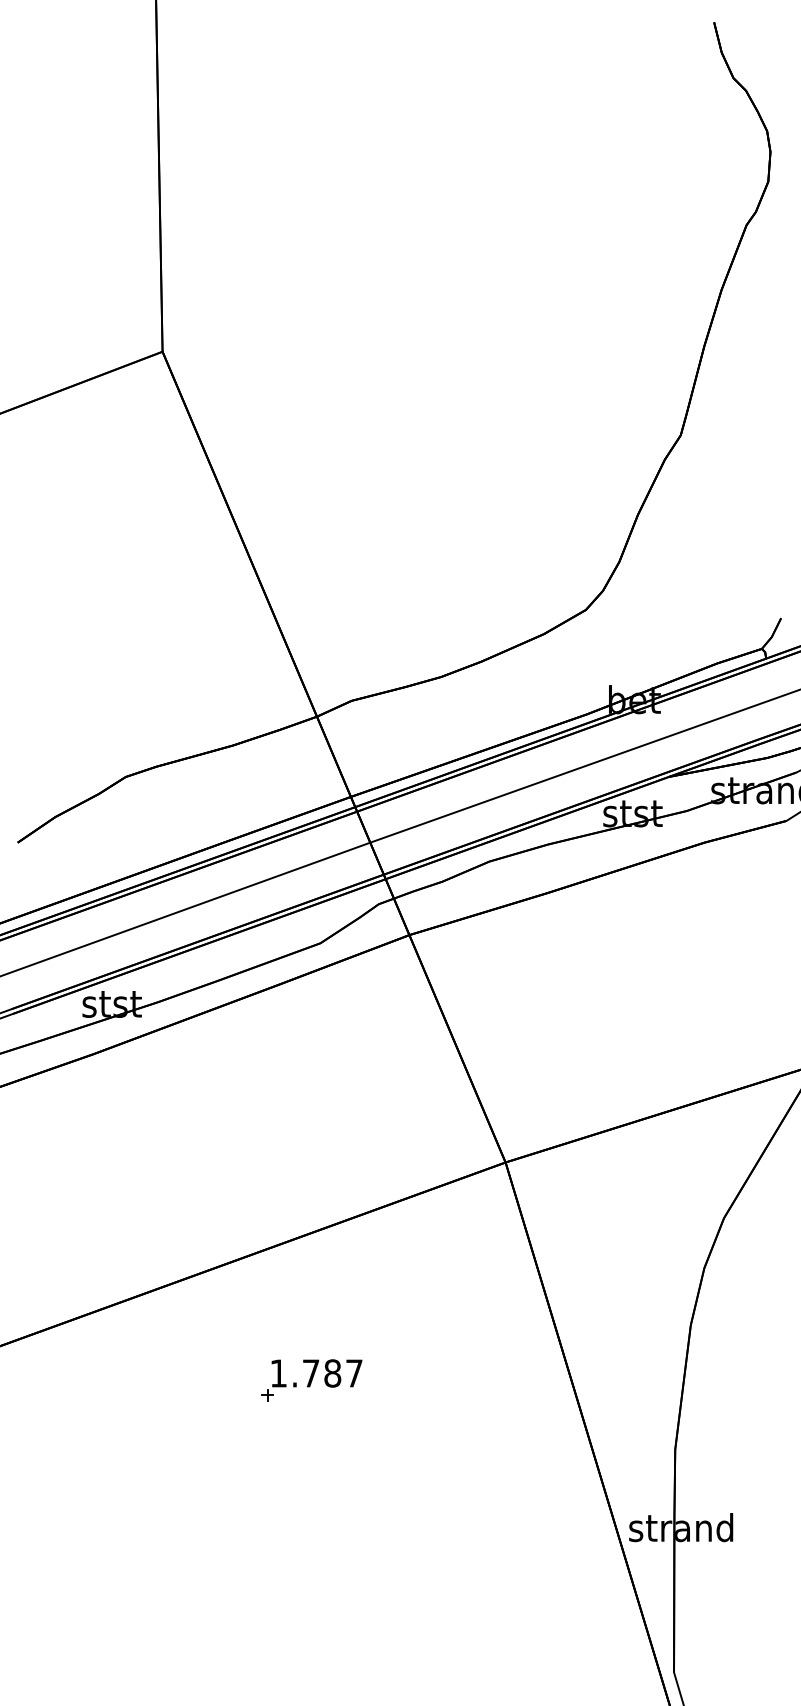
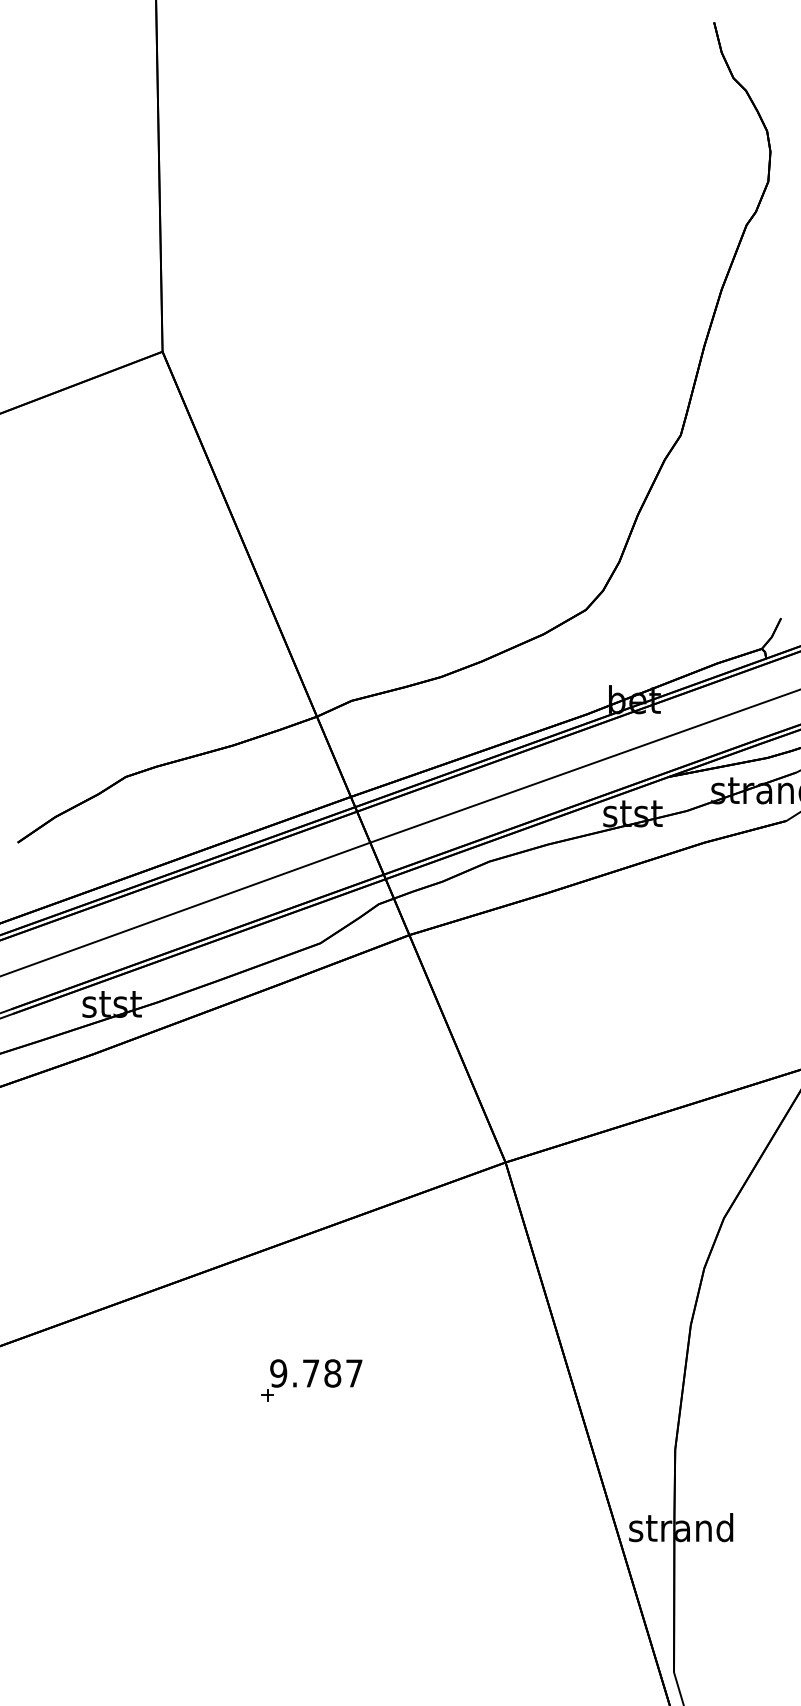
text at (278, 1373): 1.787 -> 9.787
